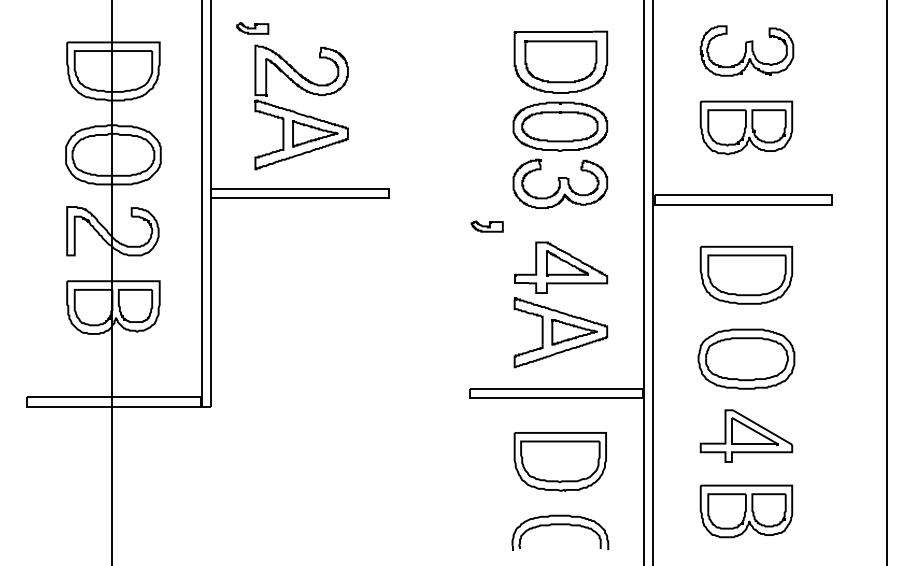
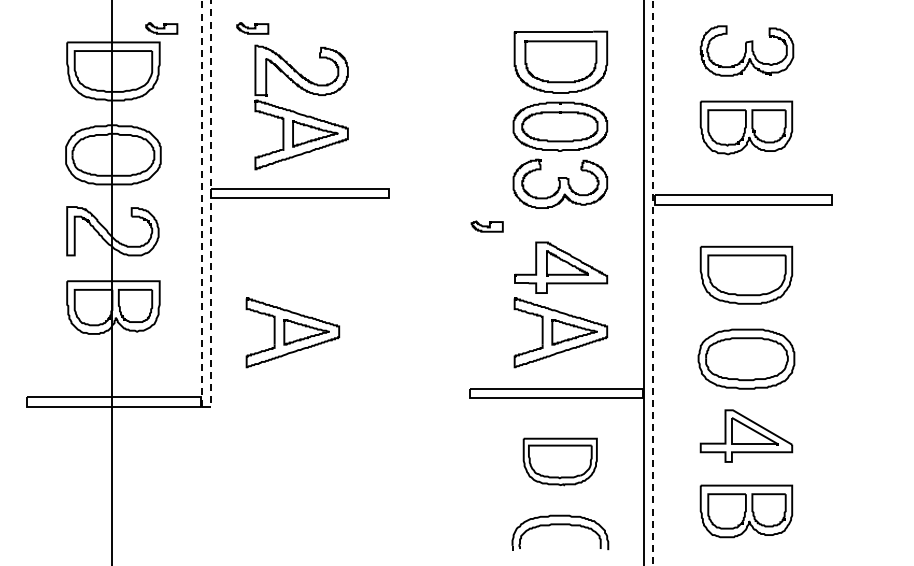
part at (161, 28): none -> present
line at (201, 203): solid -> dashed
line at (211, 204): solid -> dashed
line at (886, 282): present -> none
line at (653, 283): solid -> dashed
part at (292, 332): none -> present
part at (559, 461) size: 94x60 px -> 76x50 px
